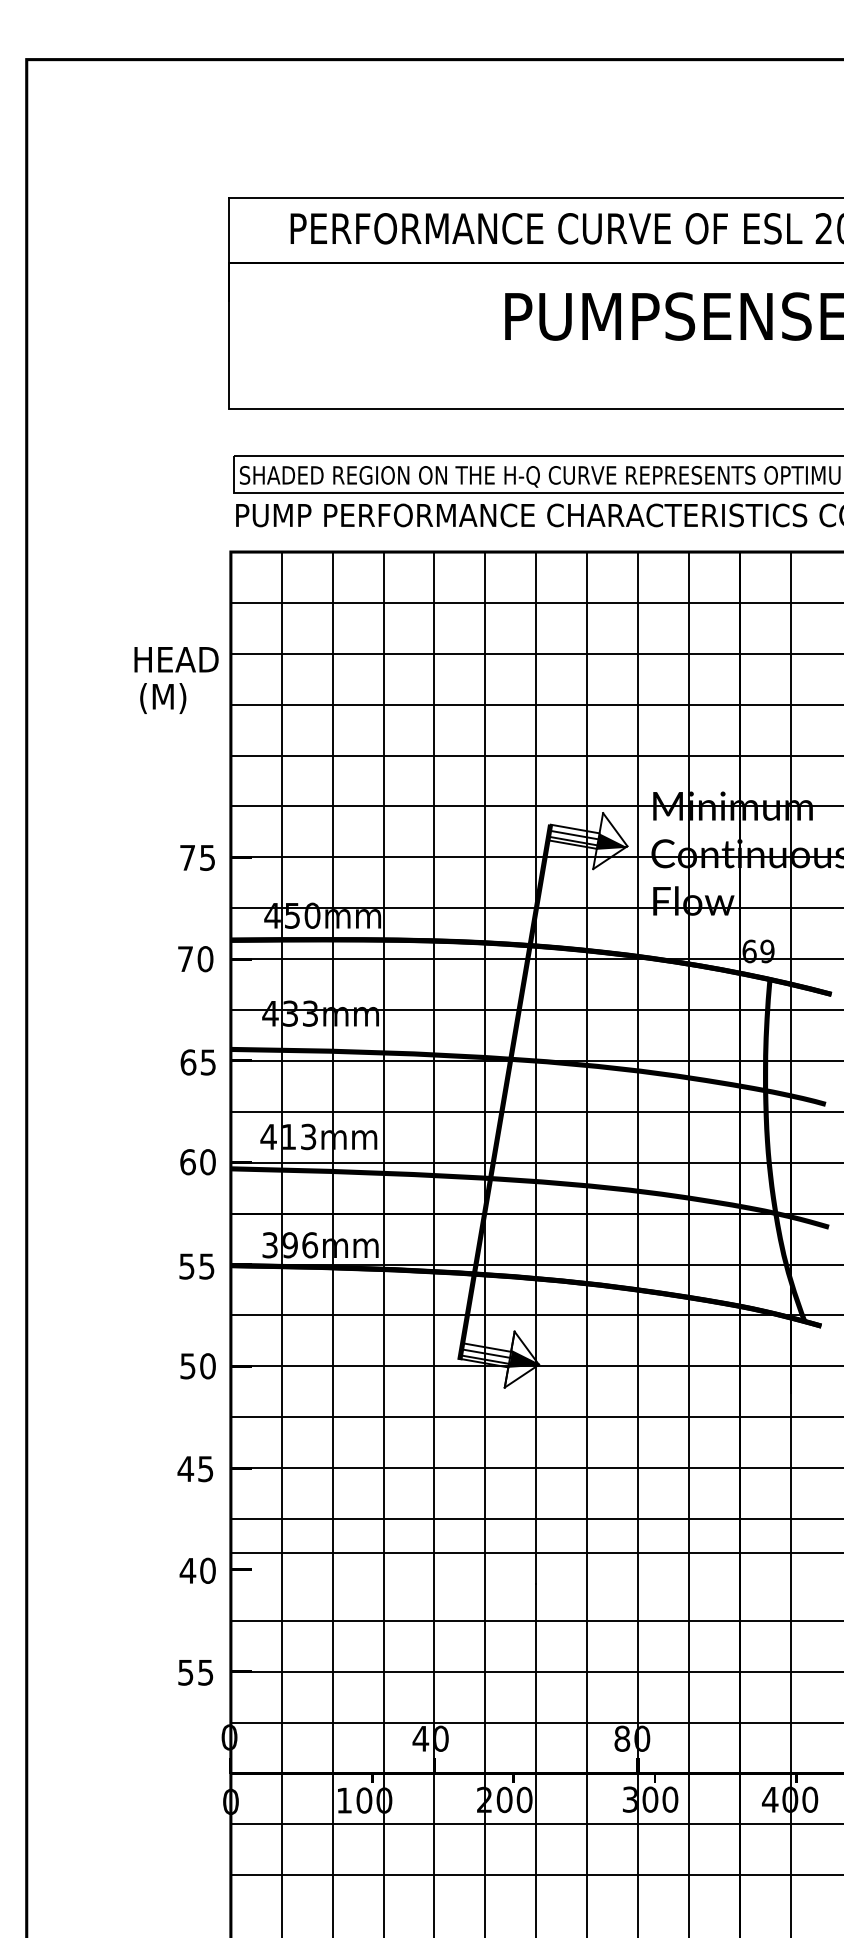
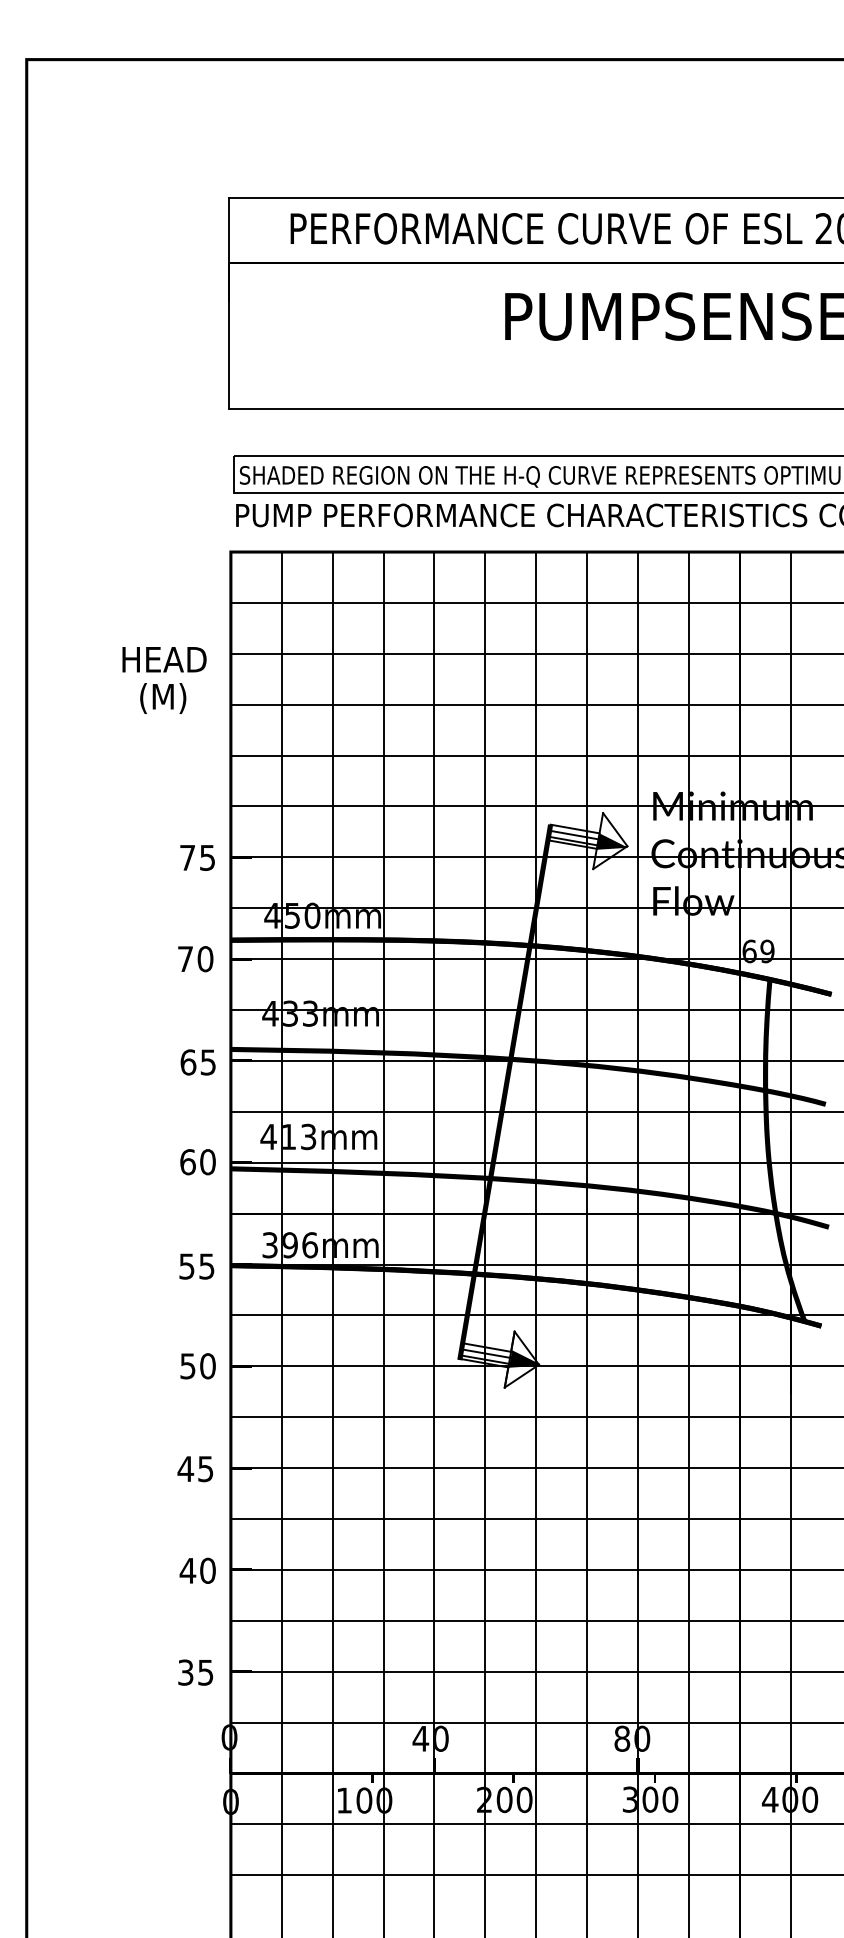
text at (176, 659) position: (176, 659) -> (164, 659)
line at (535, 1552) position: (535, 1552) -> (535, 1569)
text at (186, 1671): 55 -> 35
